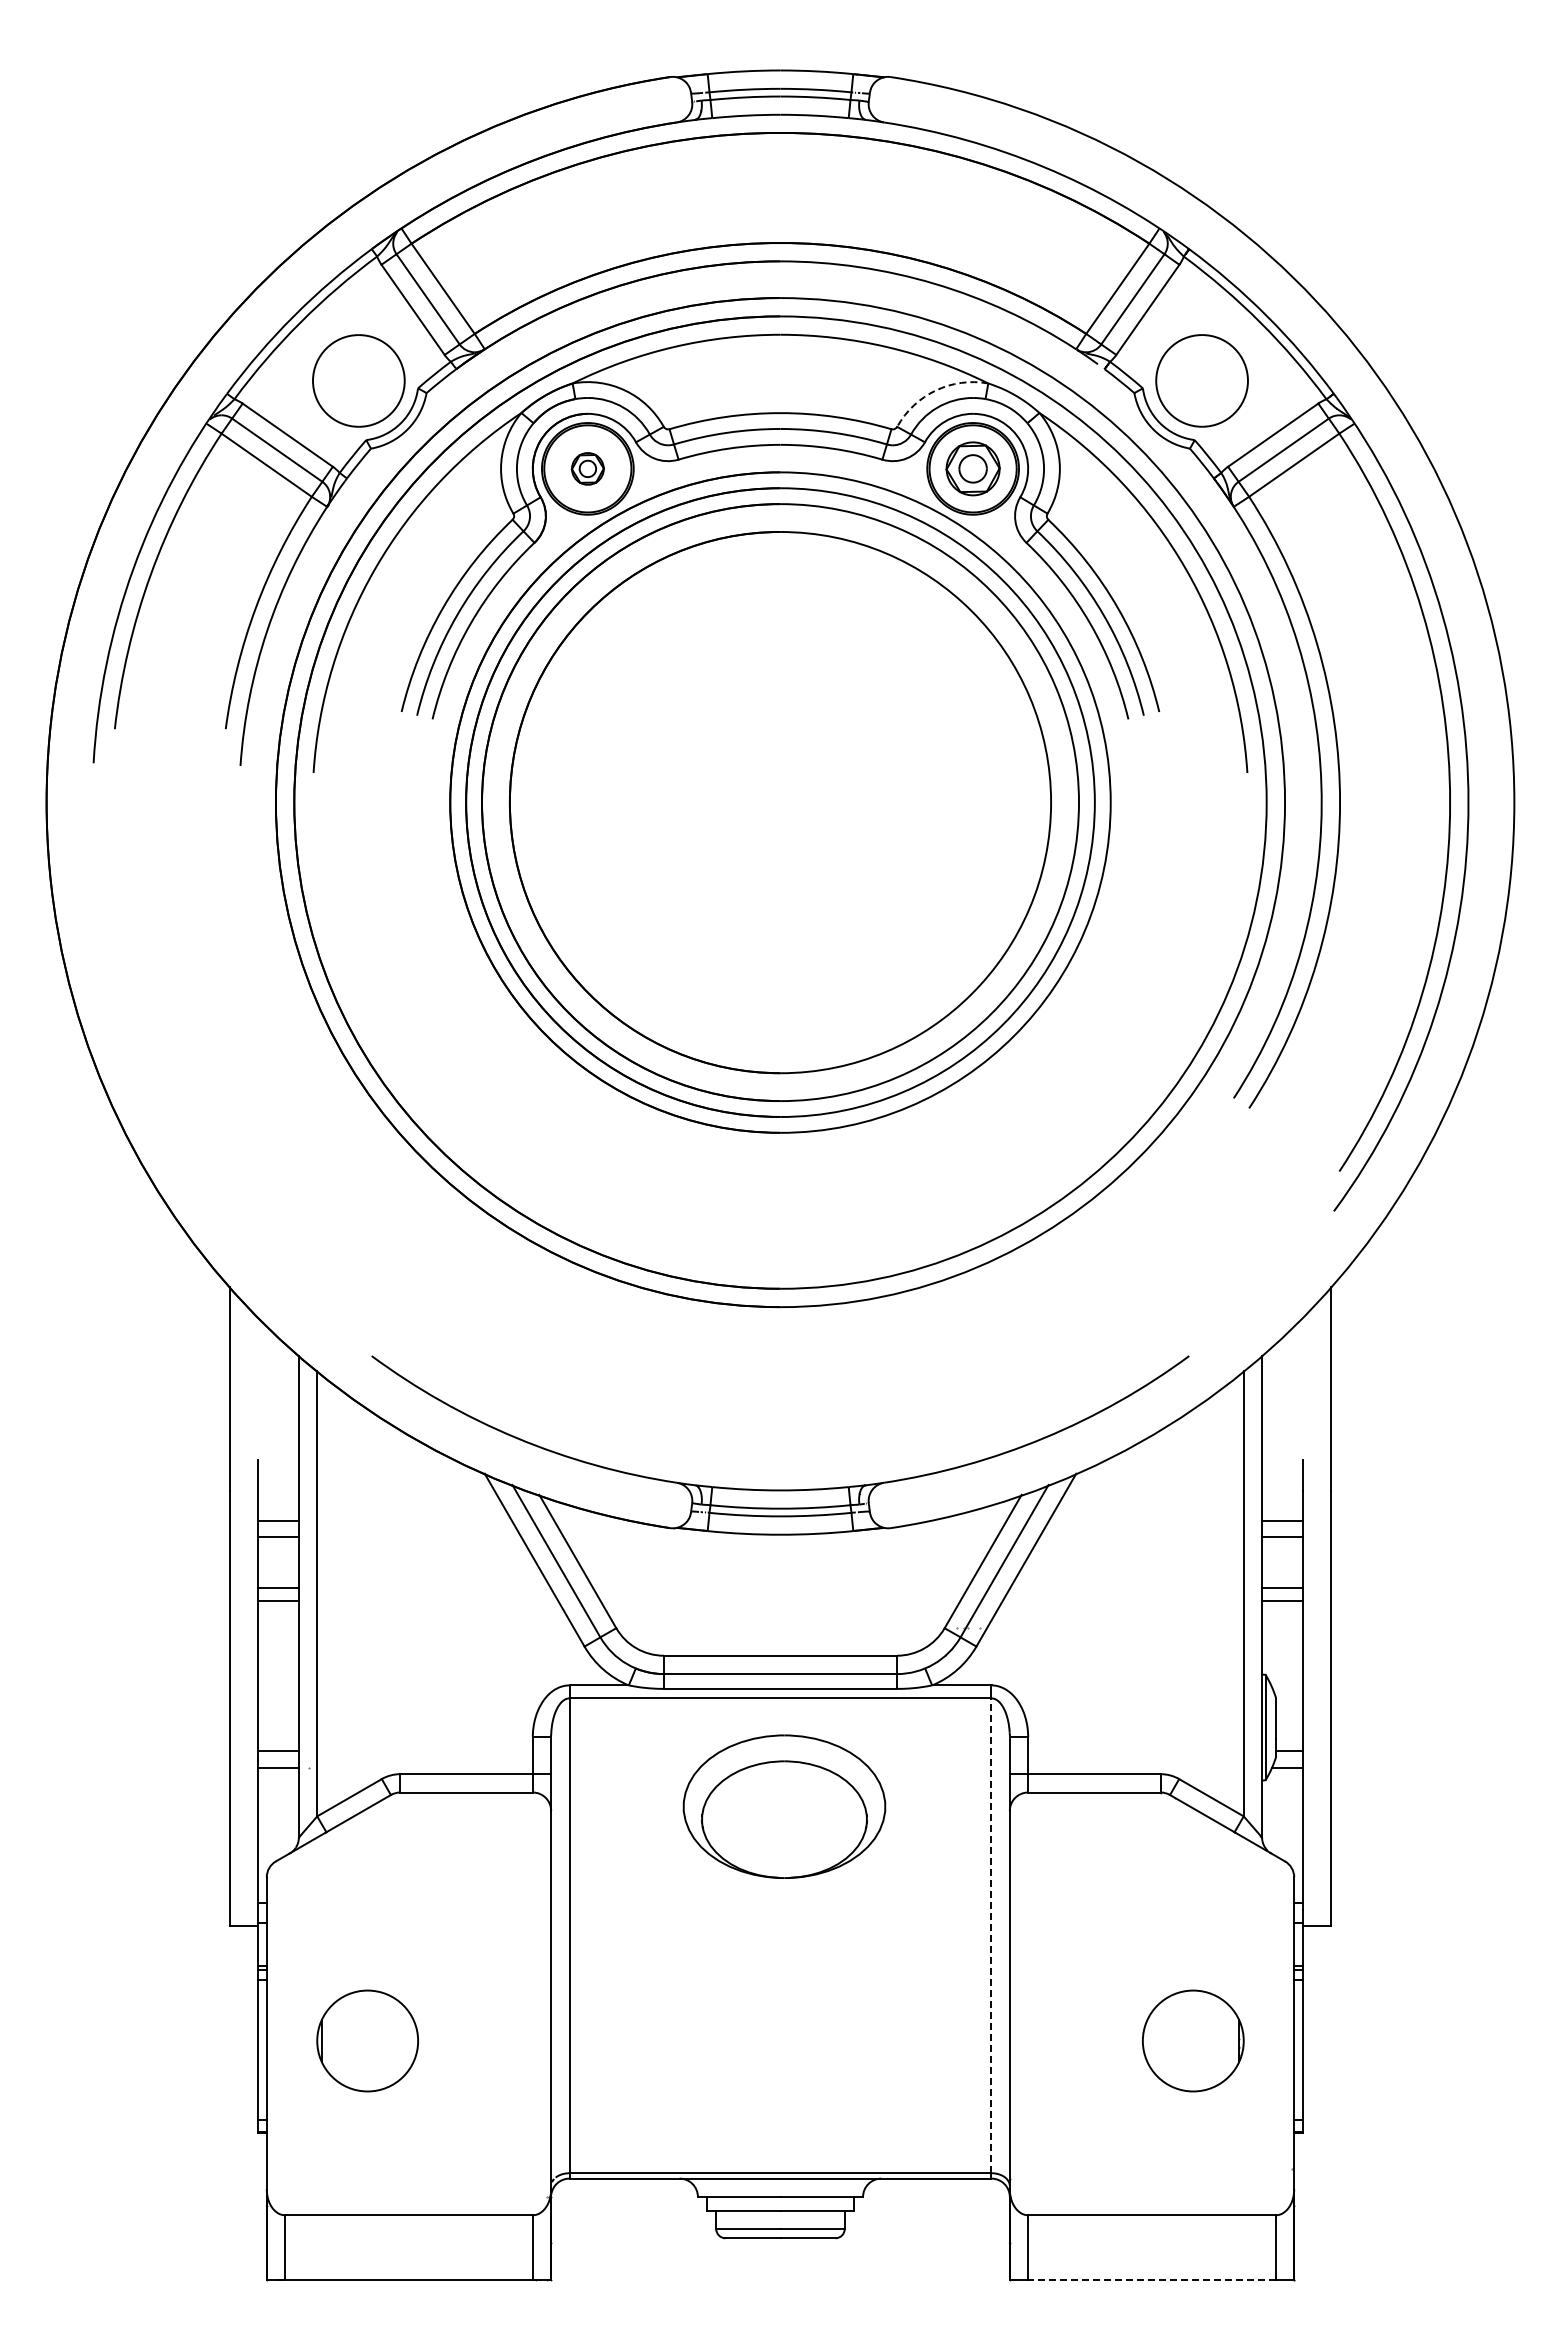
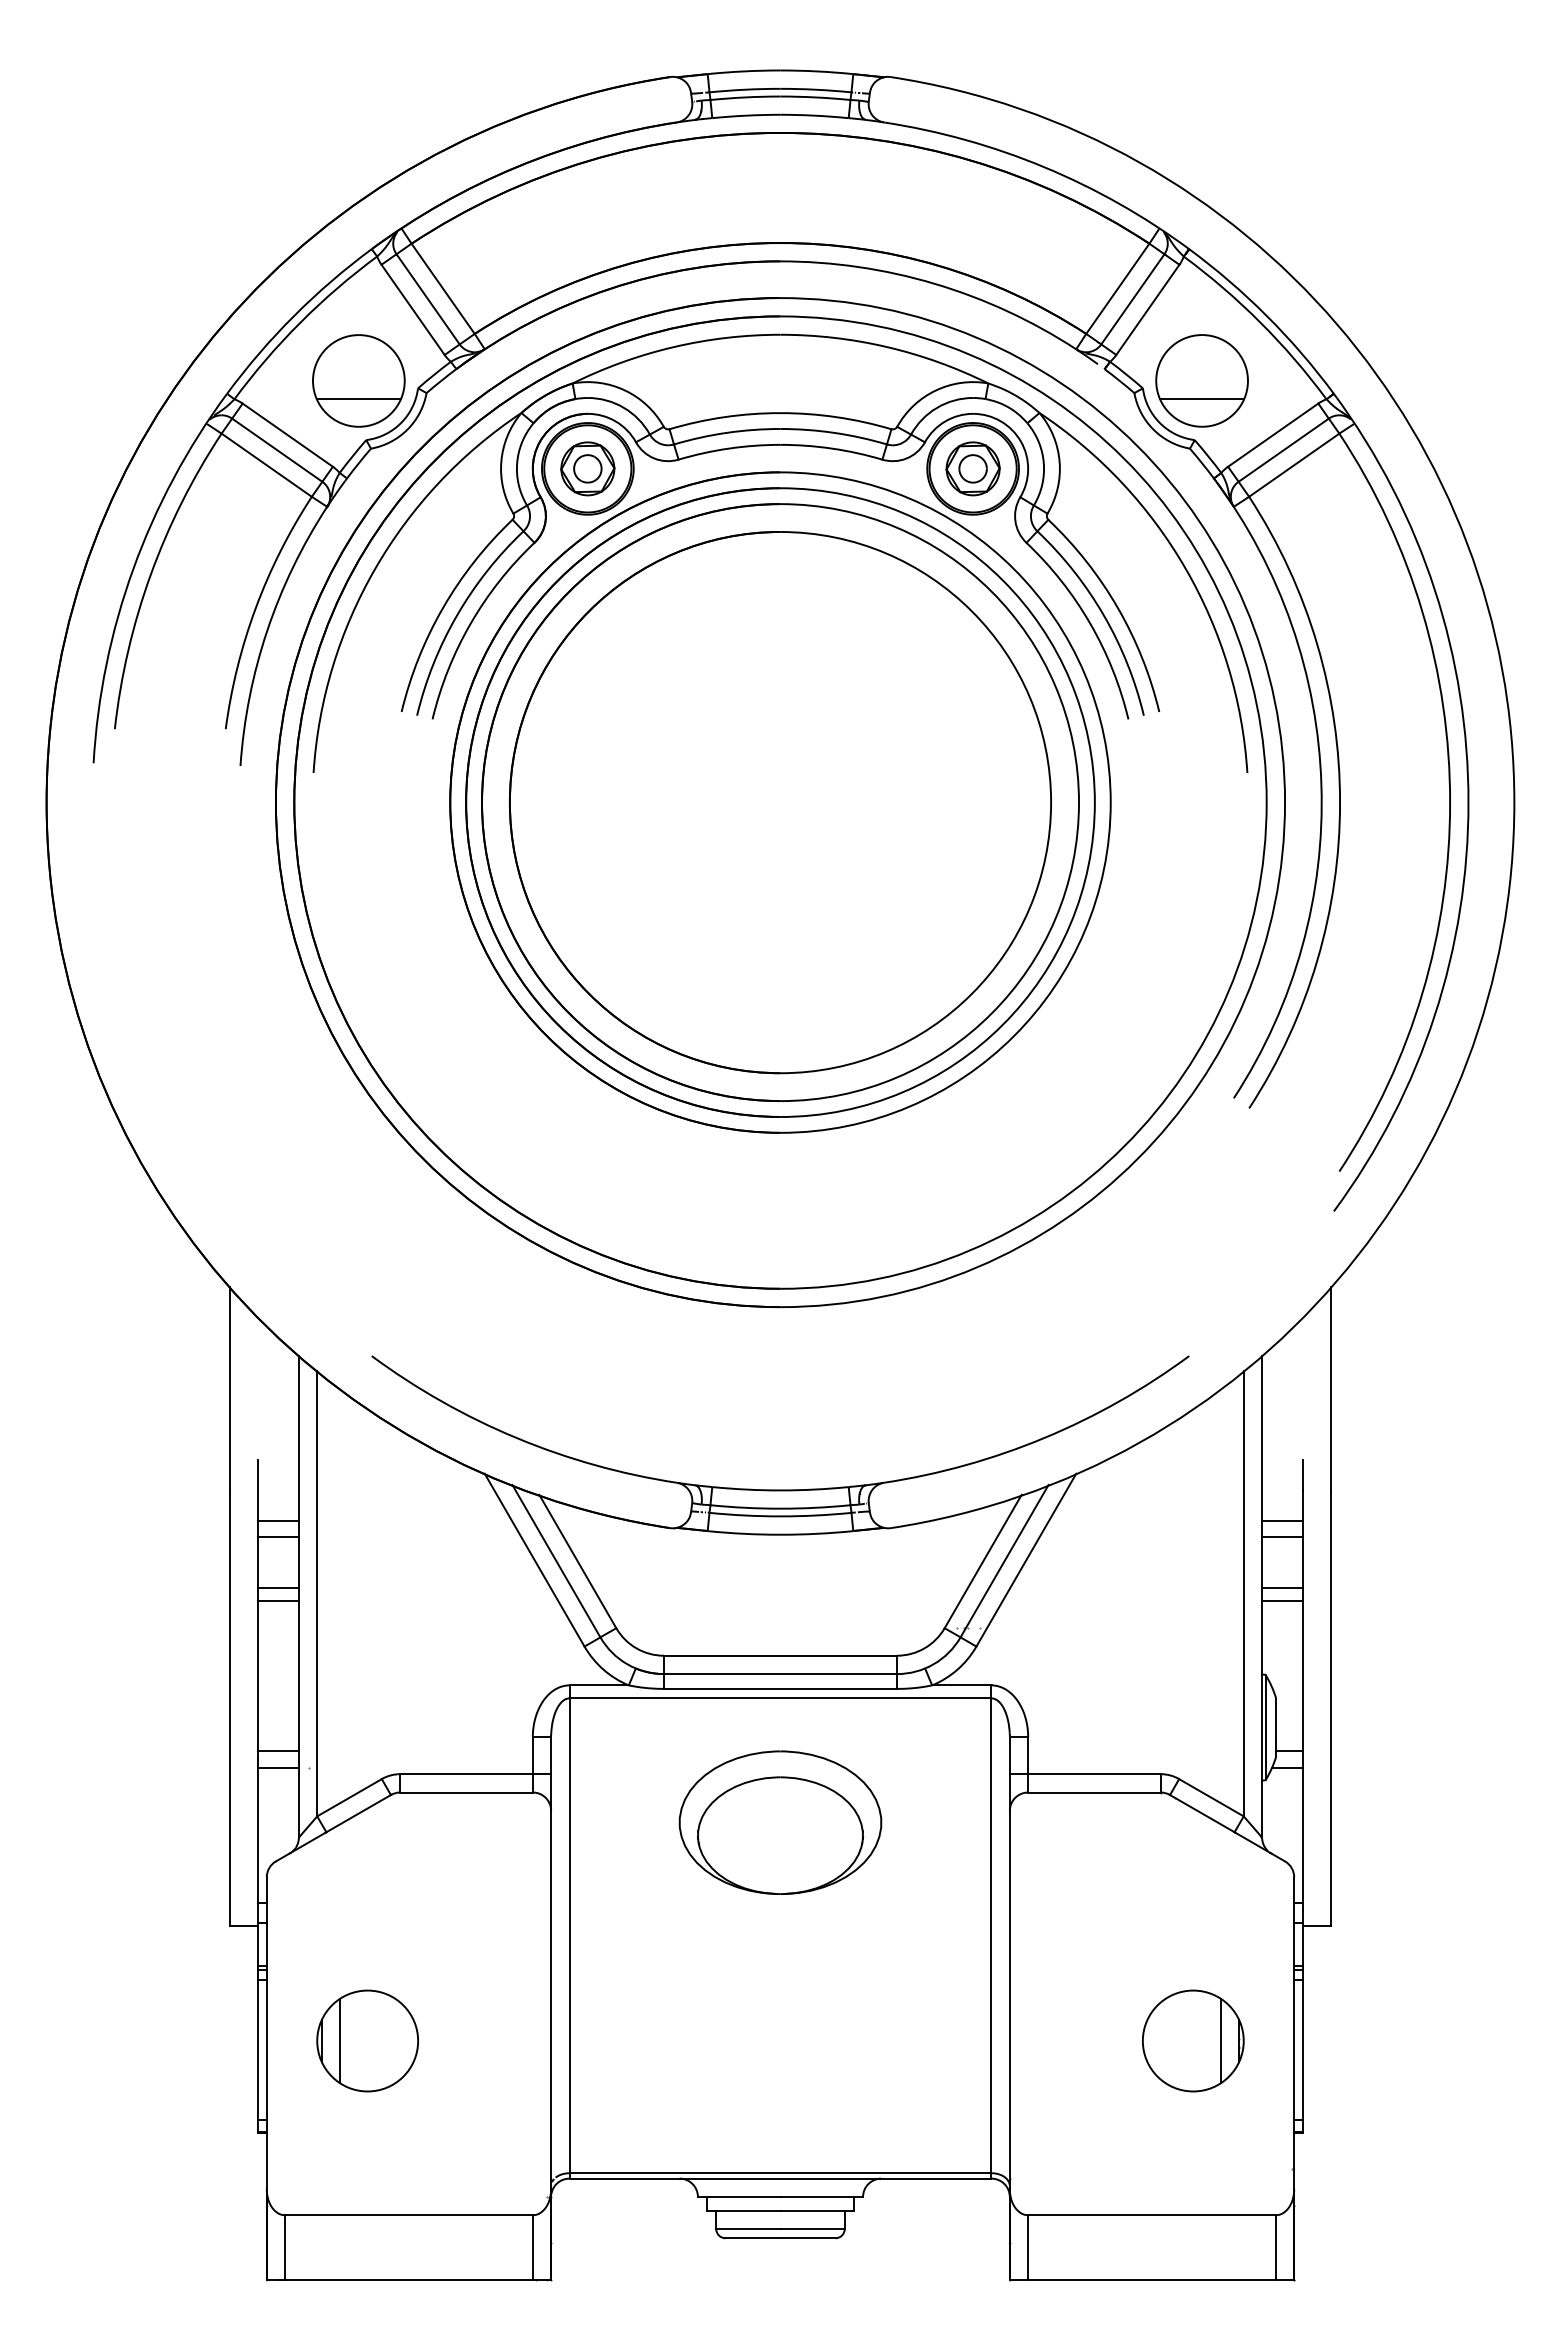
arc at (935, 390): dashed -> solid
line at (358, 398): none -> present
line at (1202, 398): none -> present
part at (587, 468) size: 35x34 px -> 56x56 px
part at (784, 1806) position: (784, 1806) -> (780, 1822)
line at (991, 1935): dashed -> solid
line at (340, 2040): none -> present
line at (1220, 2040): none -> present
line at (1152, 2279): dashed -> solid
